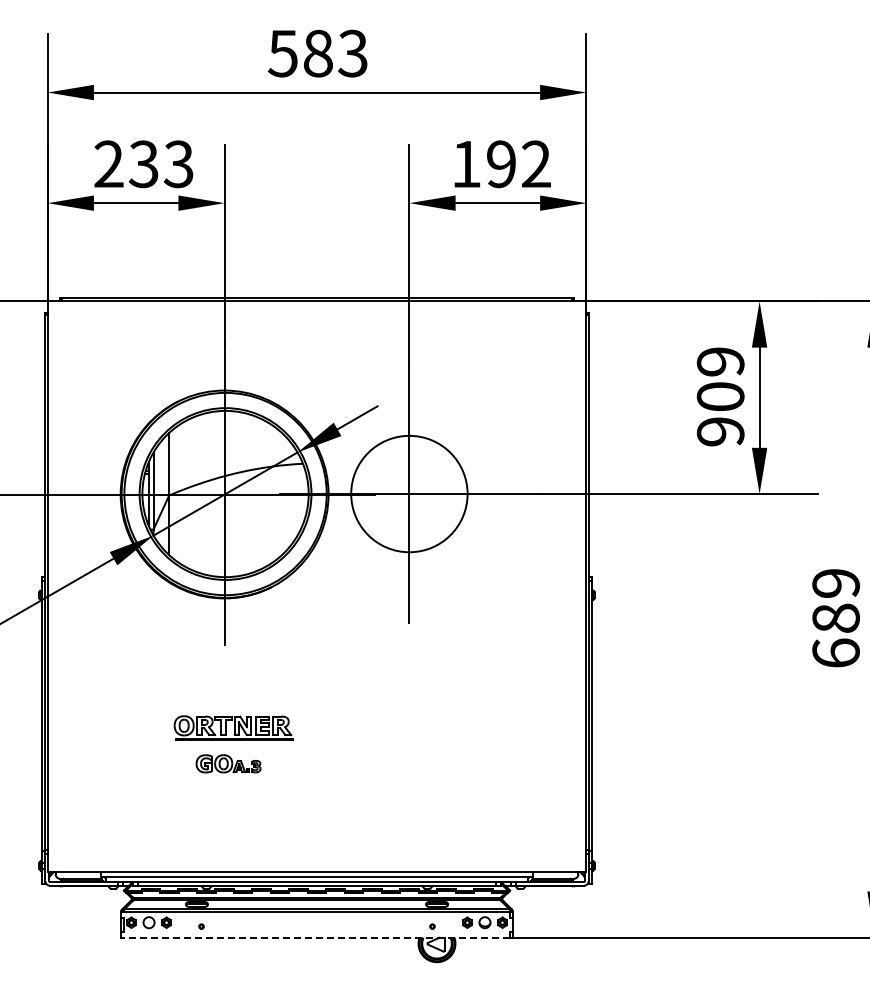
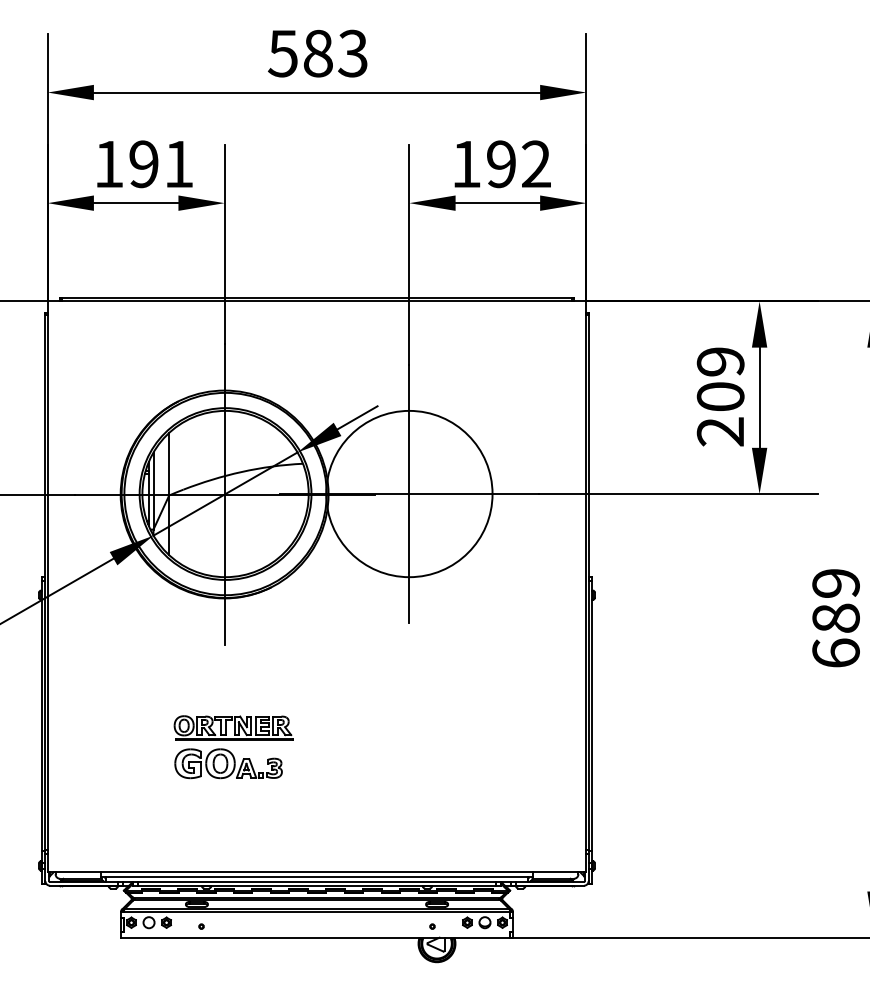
text at (143, 164): 233 -> 191
text at (720, 431): 909 -> 209
circle at (409, 493) diameter: 116 px -> 166 px
part at (228, 763) size: 67x20 px -> 109x32 px
line at (315, 937): dashed -> solid
